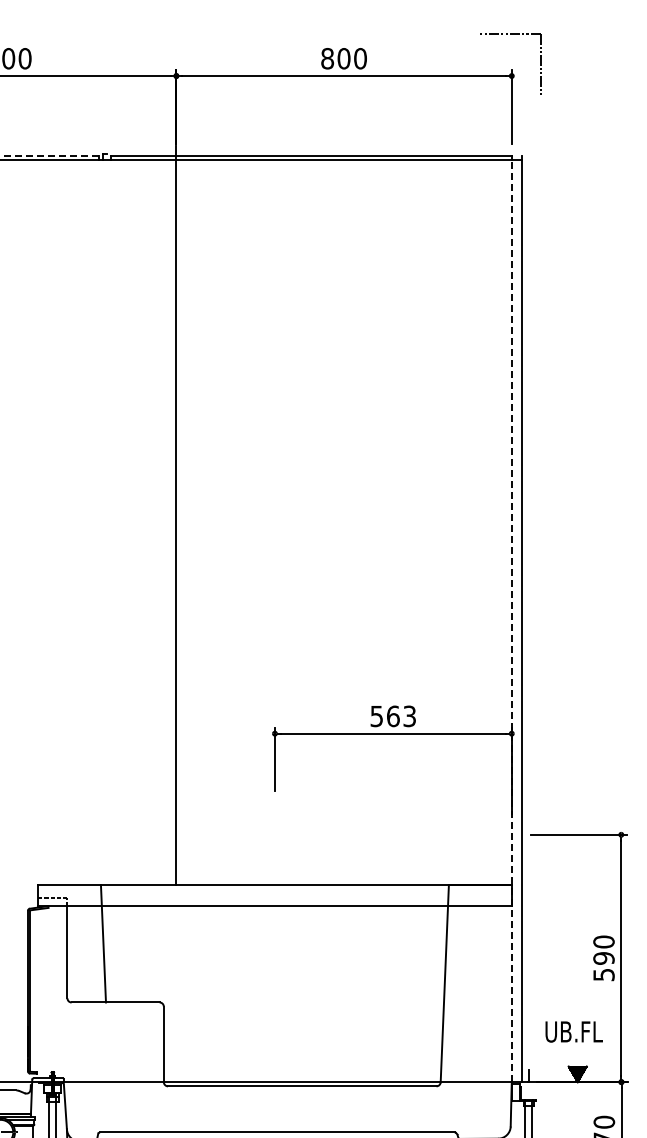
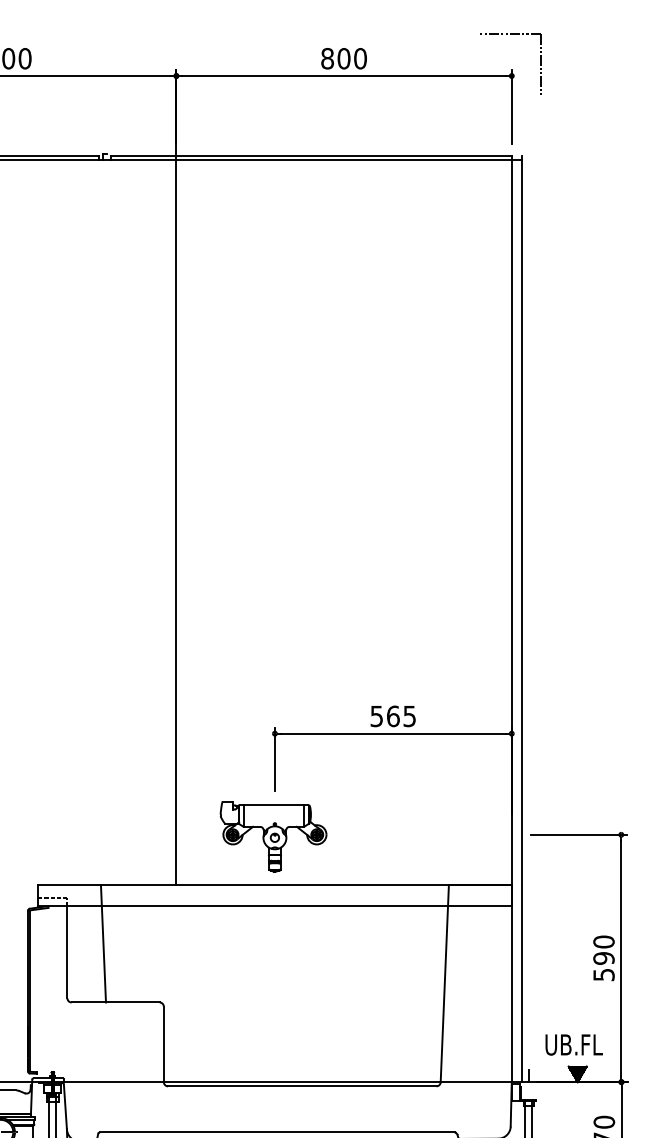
line at (49, 155): dashed -> solid
line at (511, 620): dashed -> solid
text at (409, 715): 563 -> 565
part at (273, 836): none -> present
text at (573, 1031) position: (573, 1031) -> (573, 1044)
